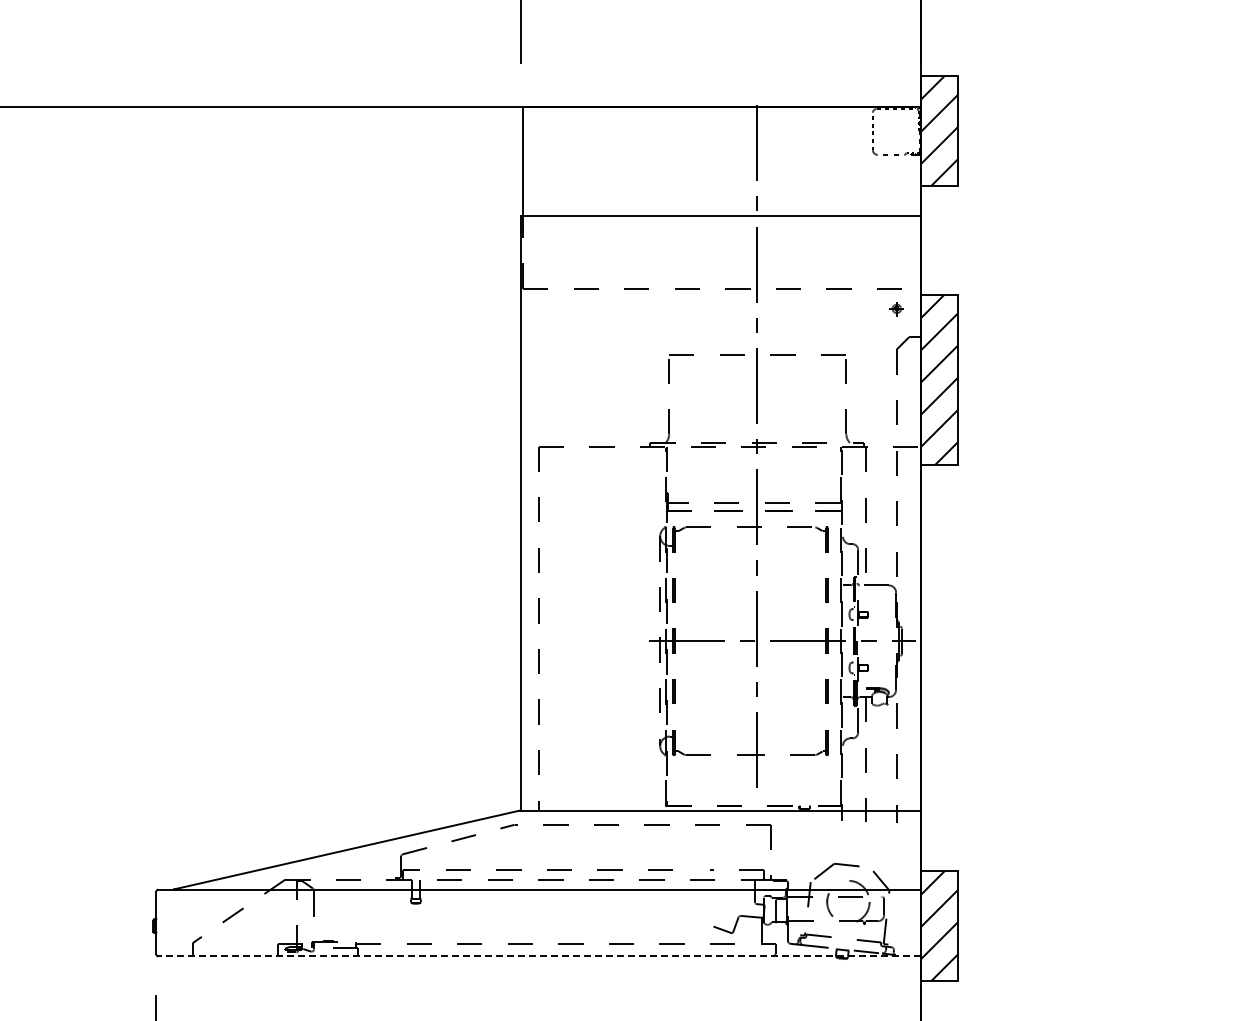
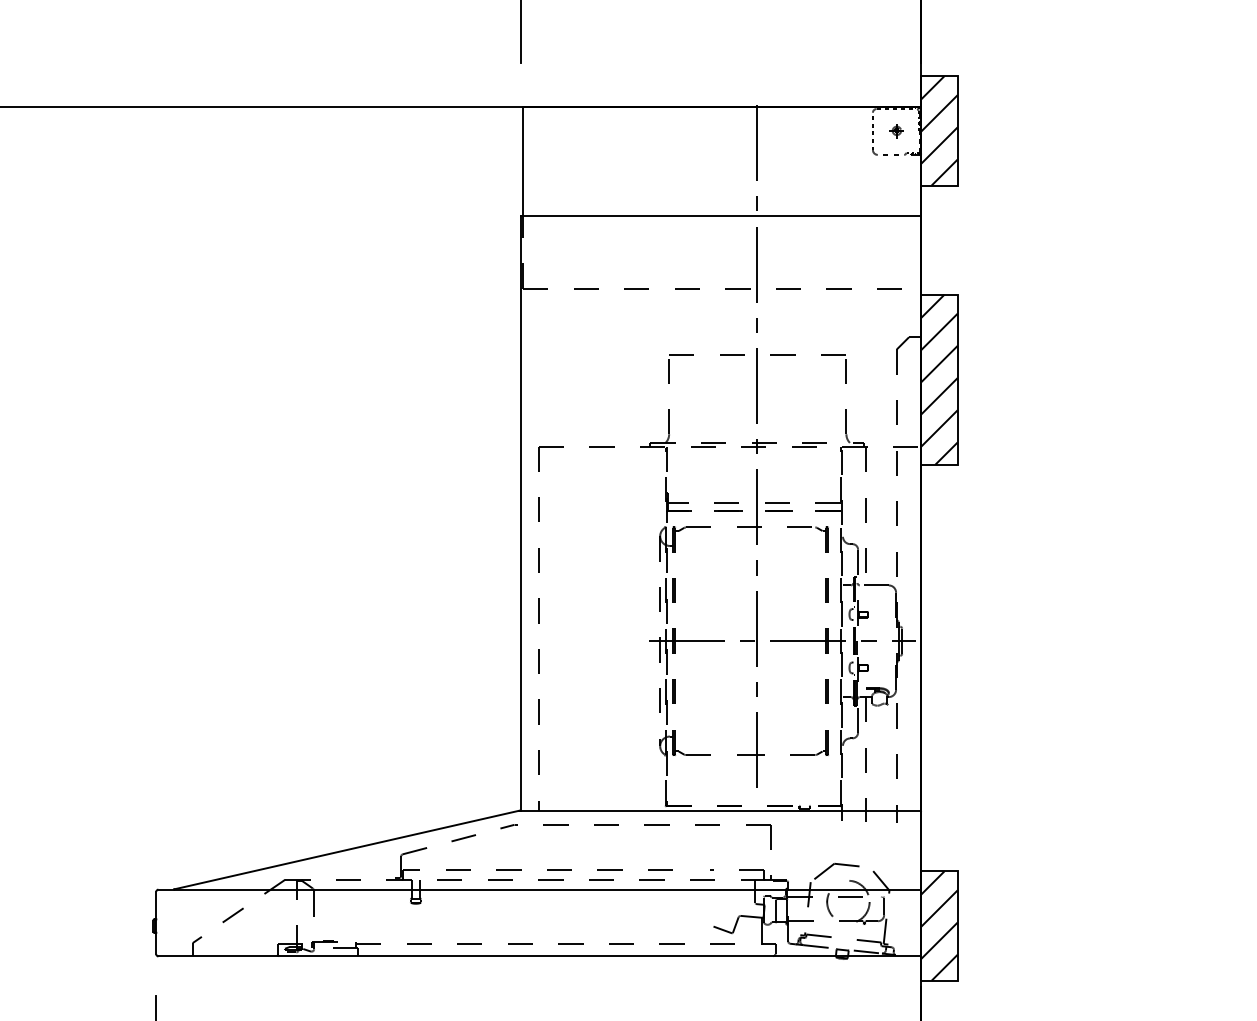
part at (896, 309) position: (896, 309) -> (896, 131)
line at (539, 956): dashed -> solid
